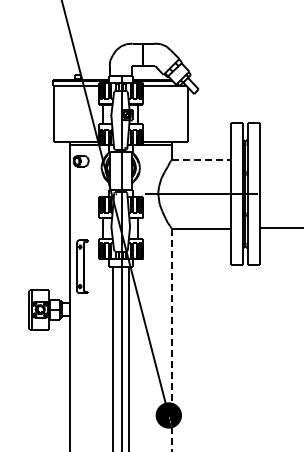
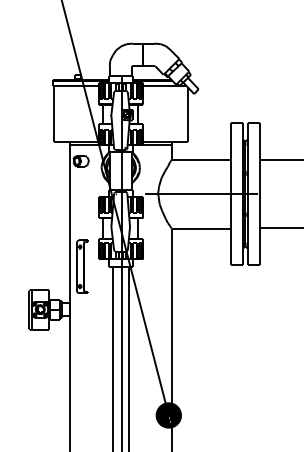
line at (201, 160): dashed -> solid
line at (280, 160): none -> present
line at (171, 340): dashed -> solid
